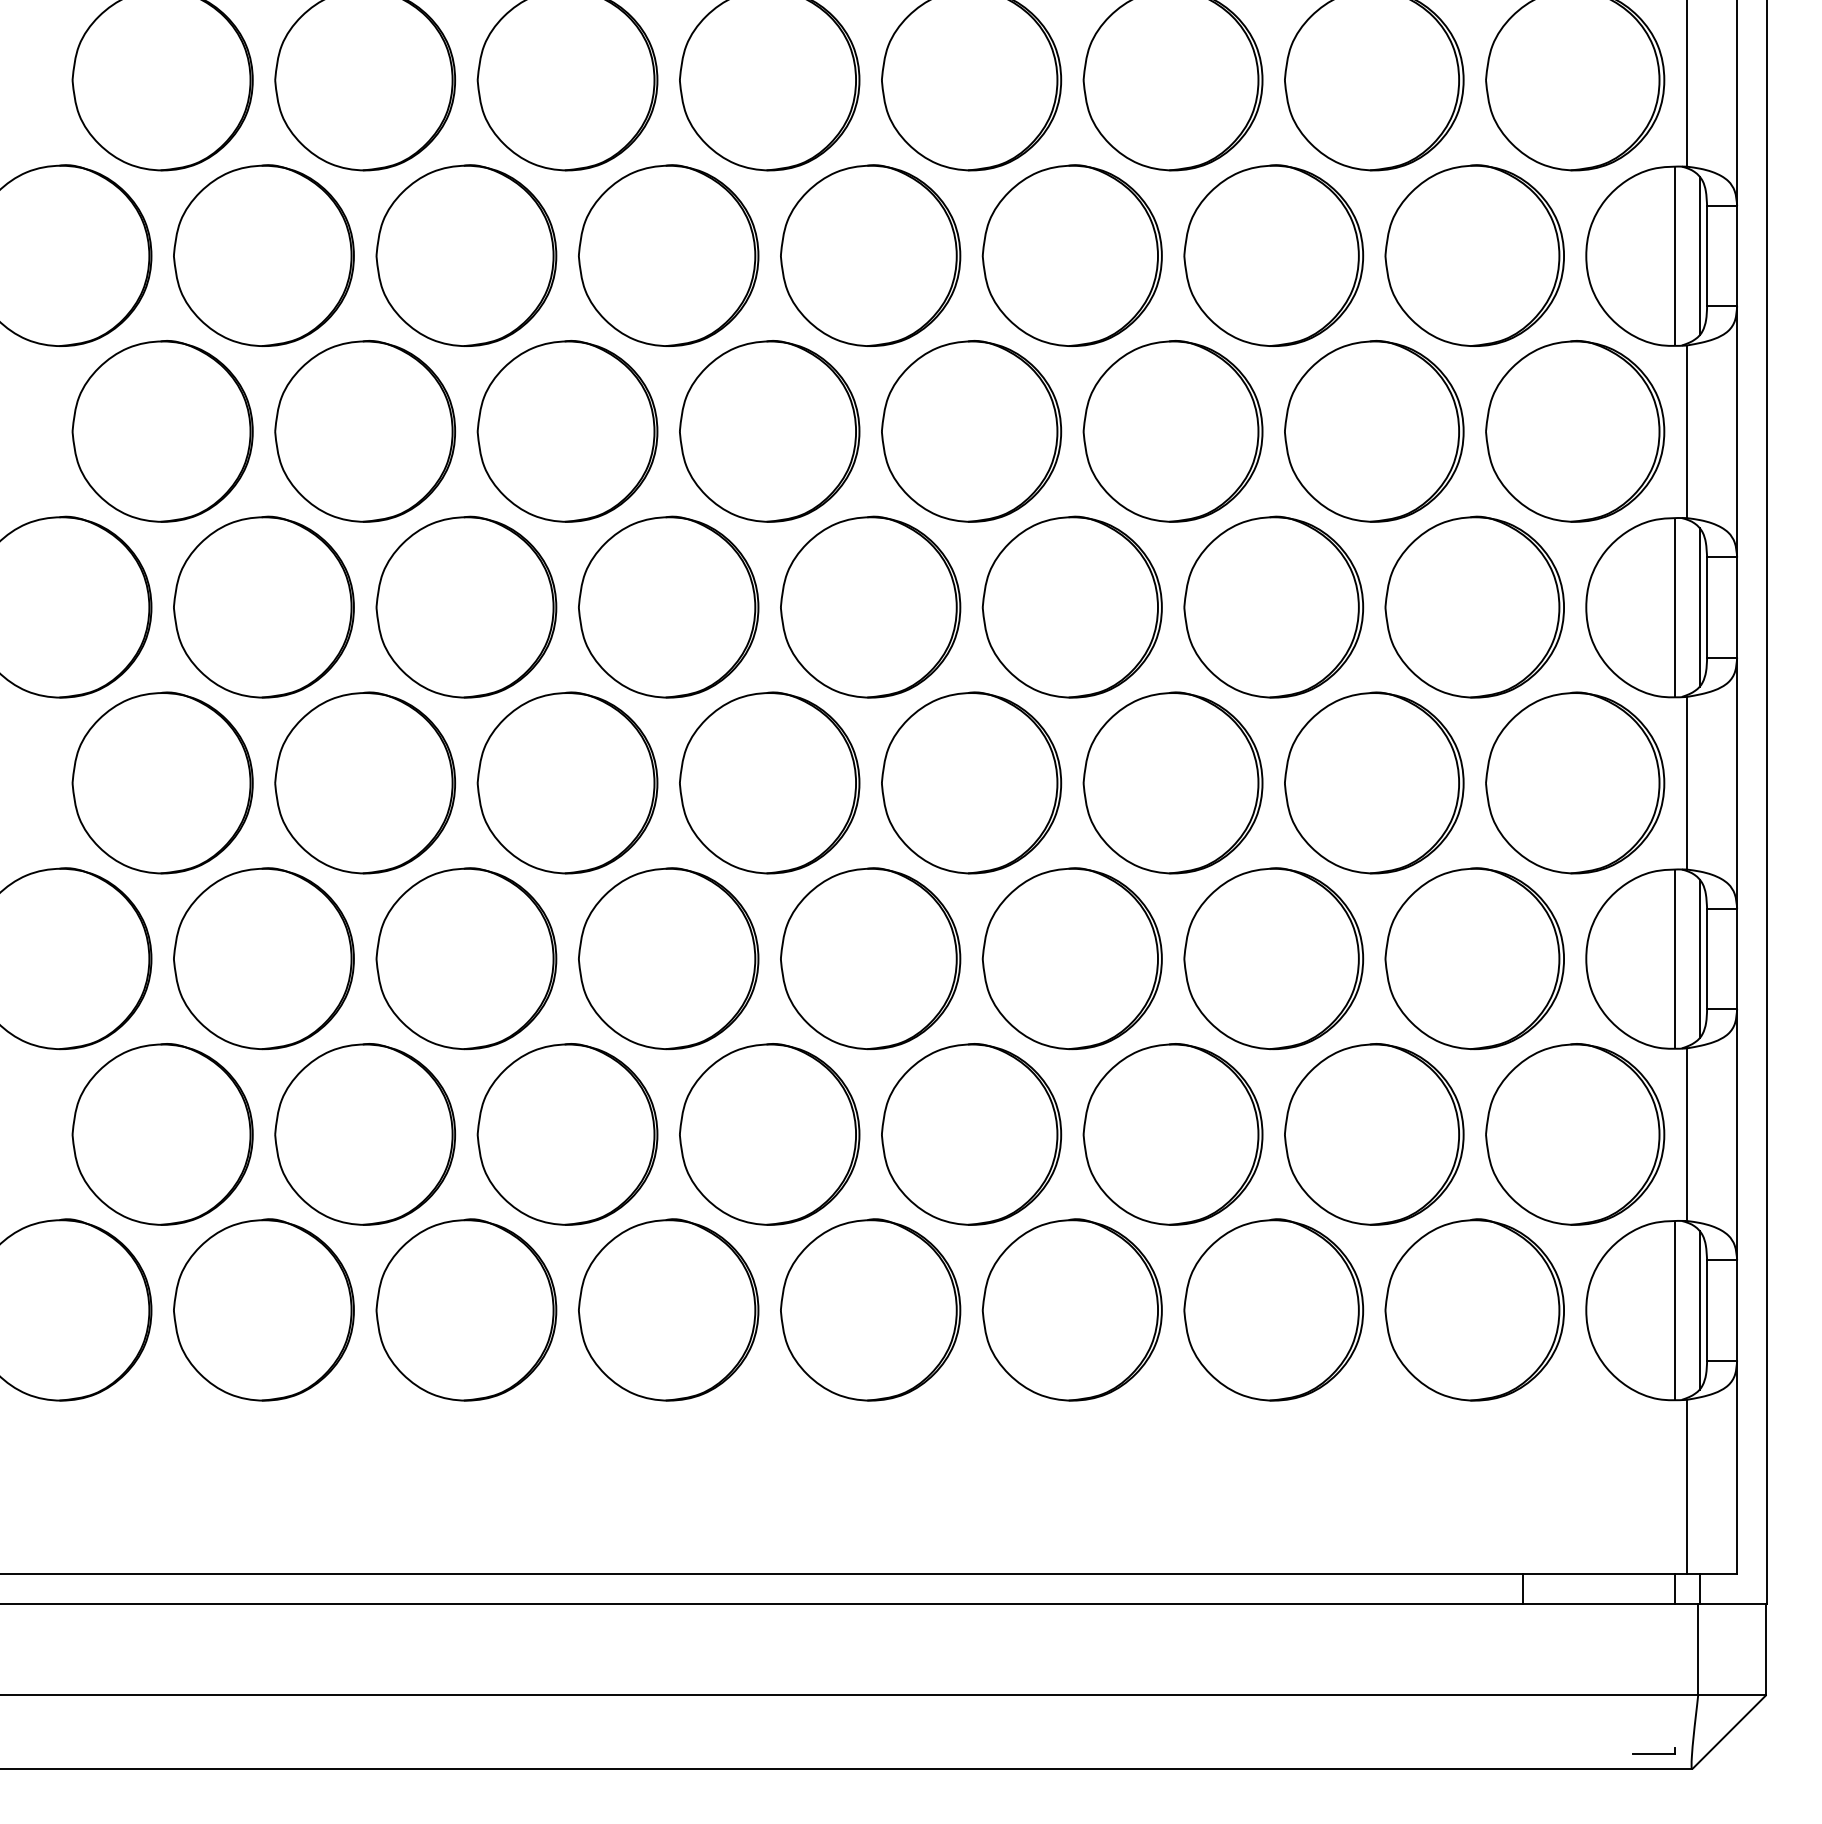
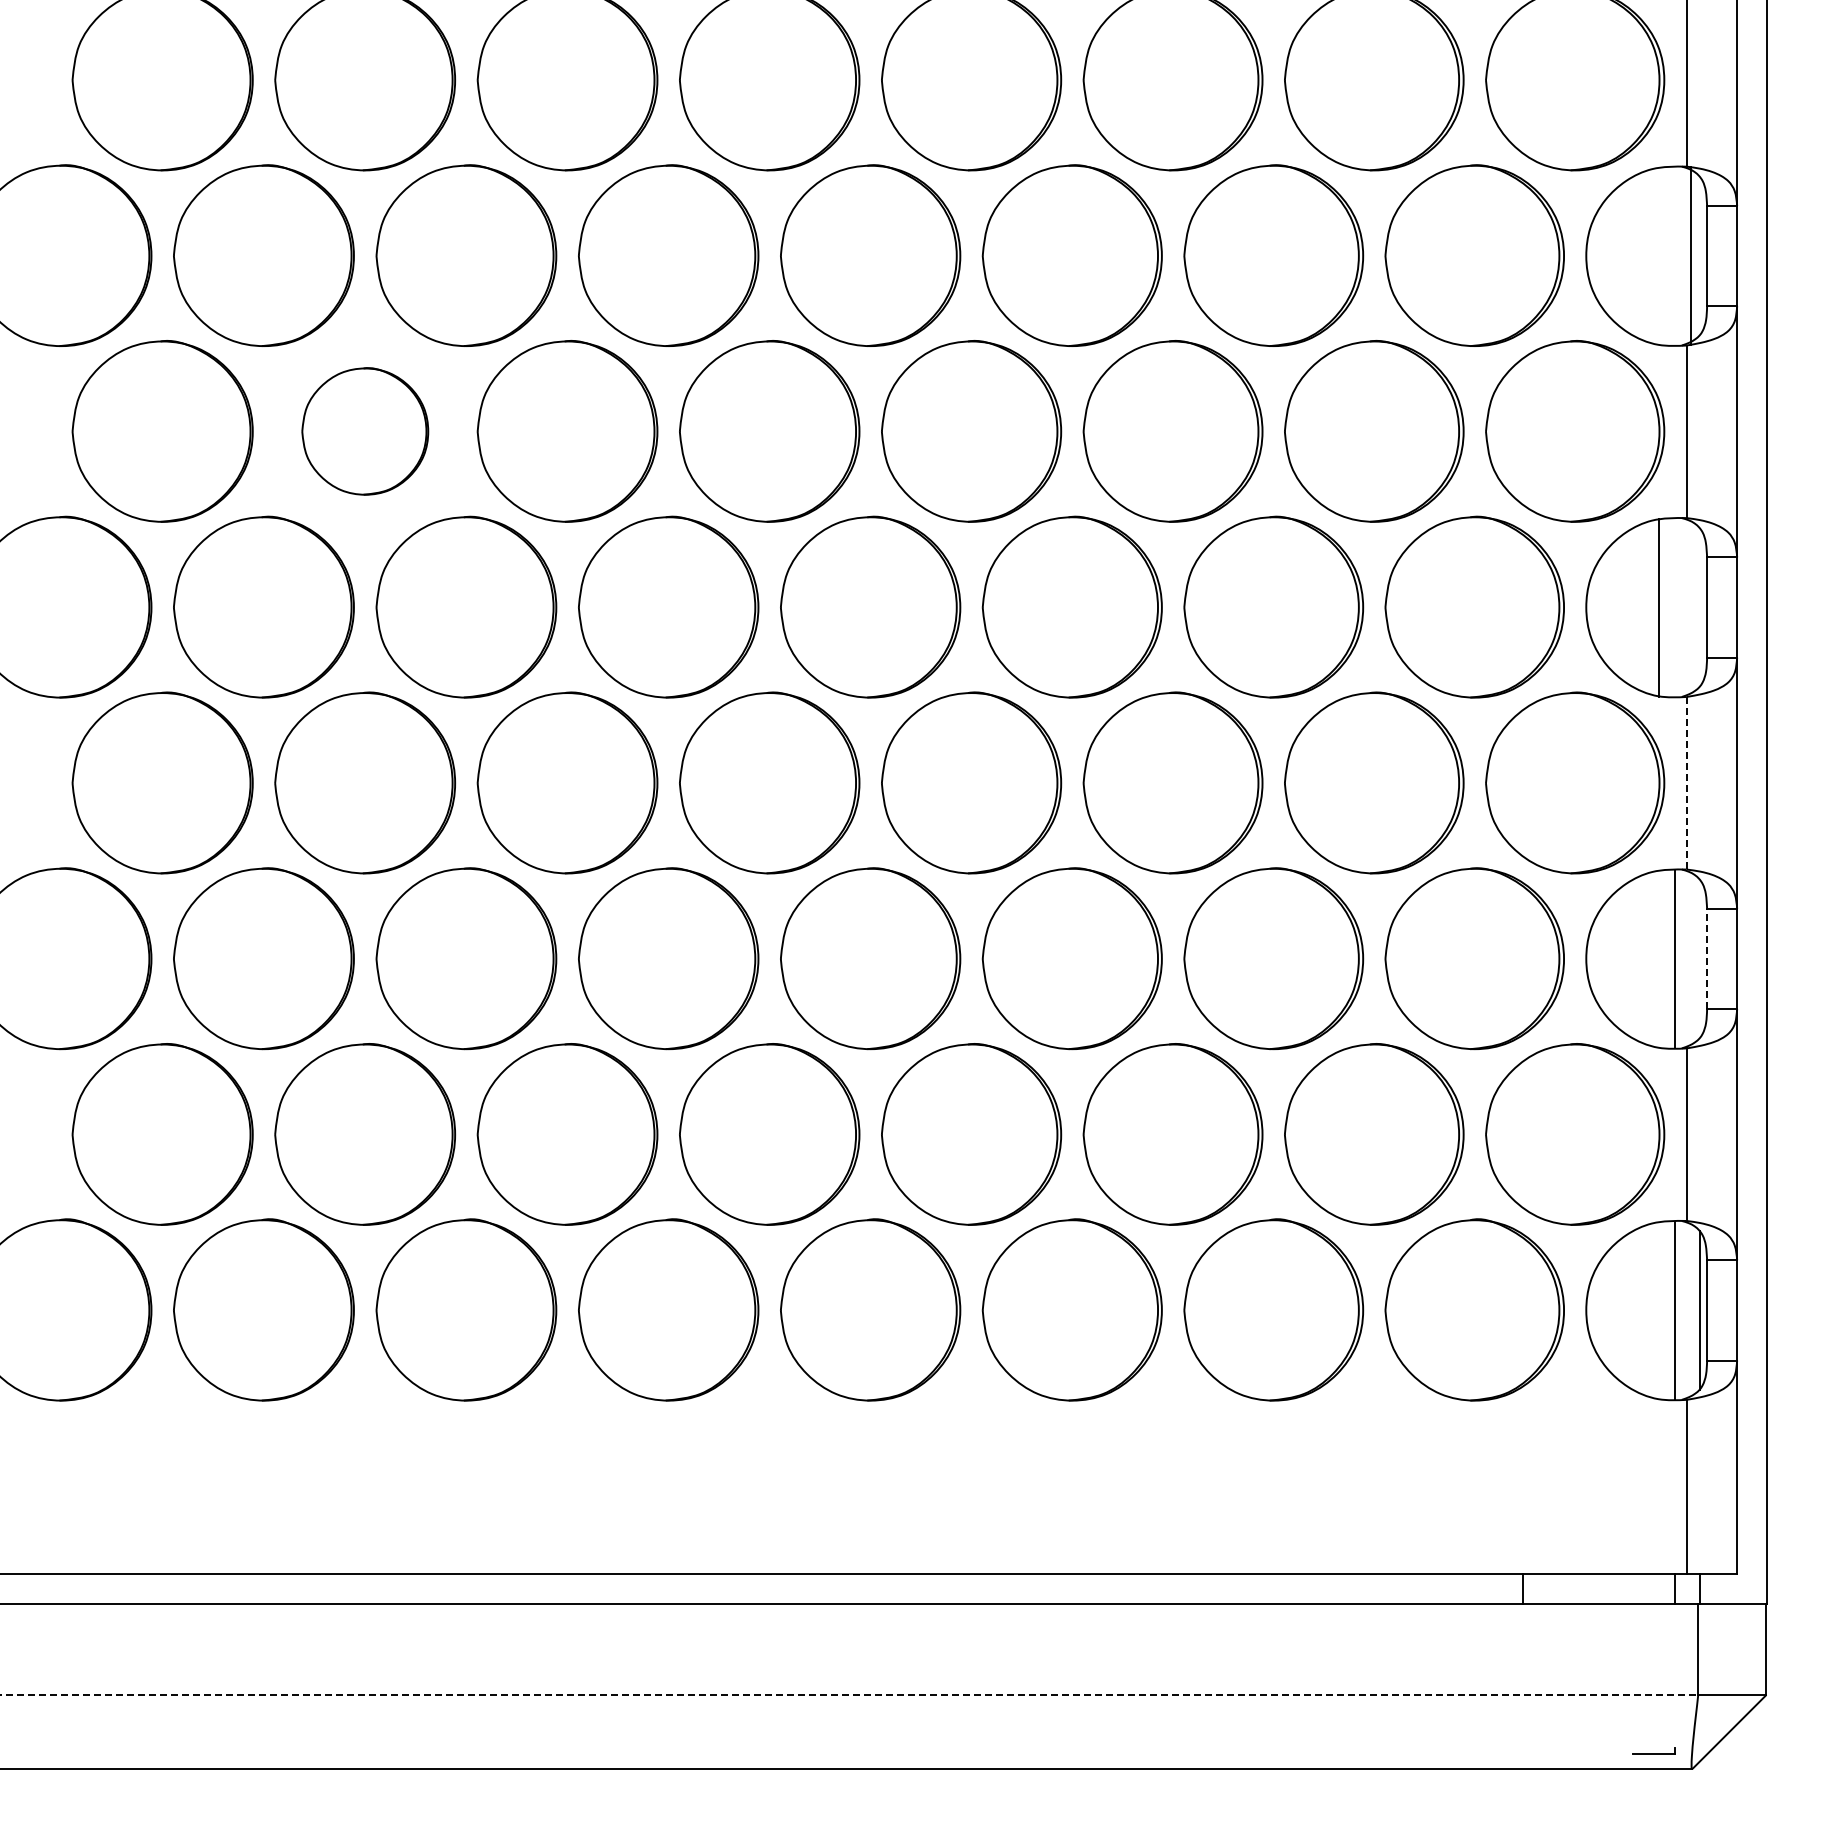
line at (1699, 255): present -> none
line at (1675, 256) position: (1675, 256) -> (1691, 256)
part at (365, 431) size: 183x183 px -> 129x129 px
line at (1675, 607) position: (1675, 607) -> (1659, 607)
line at (1699, 607): present -> none
line at (1686, 783): solid -> dashed
line at (1699, 958): present -> none
line at (1707, 958): solid -> dashed
line at (849, 1694): solid -> dashed
